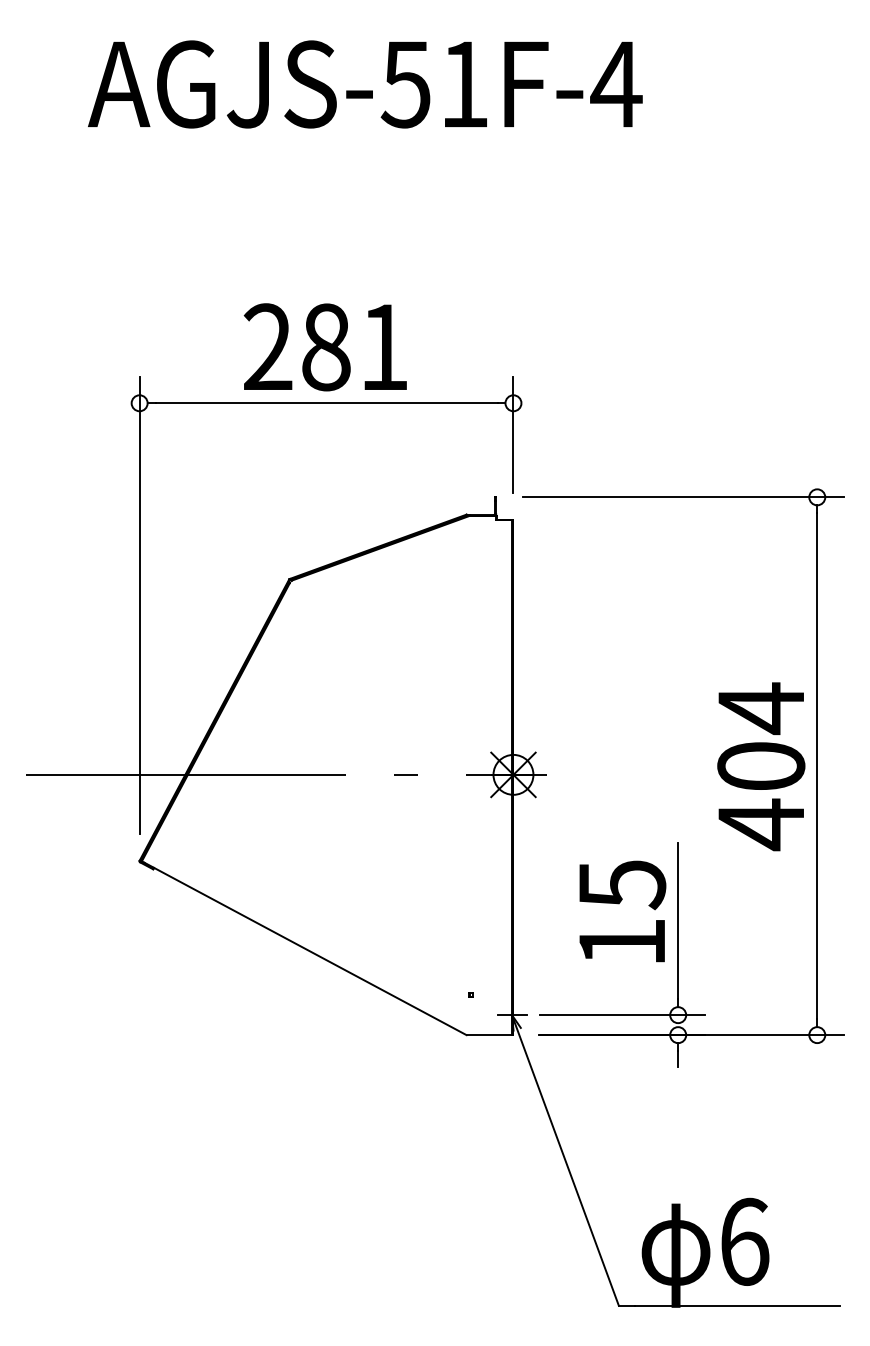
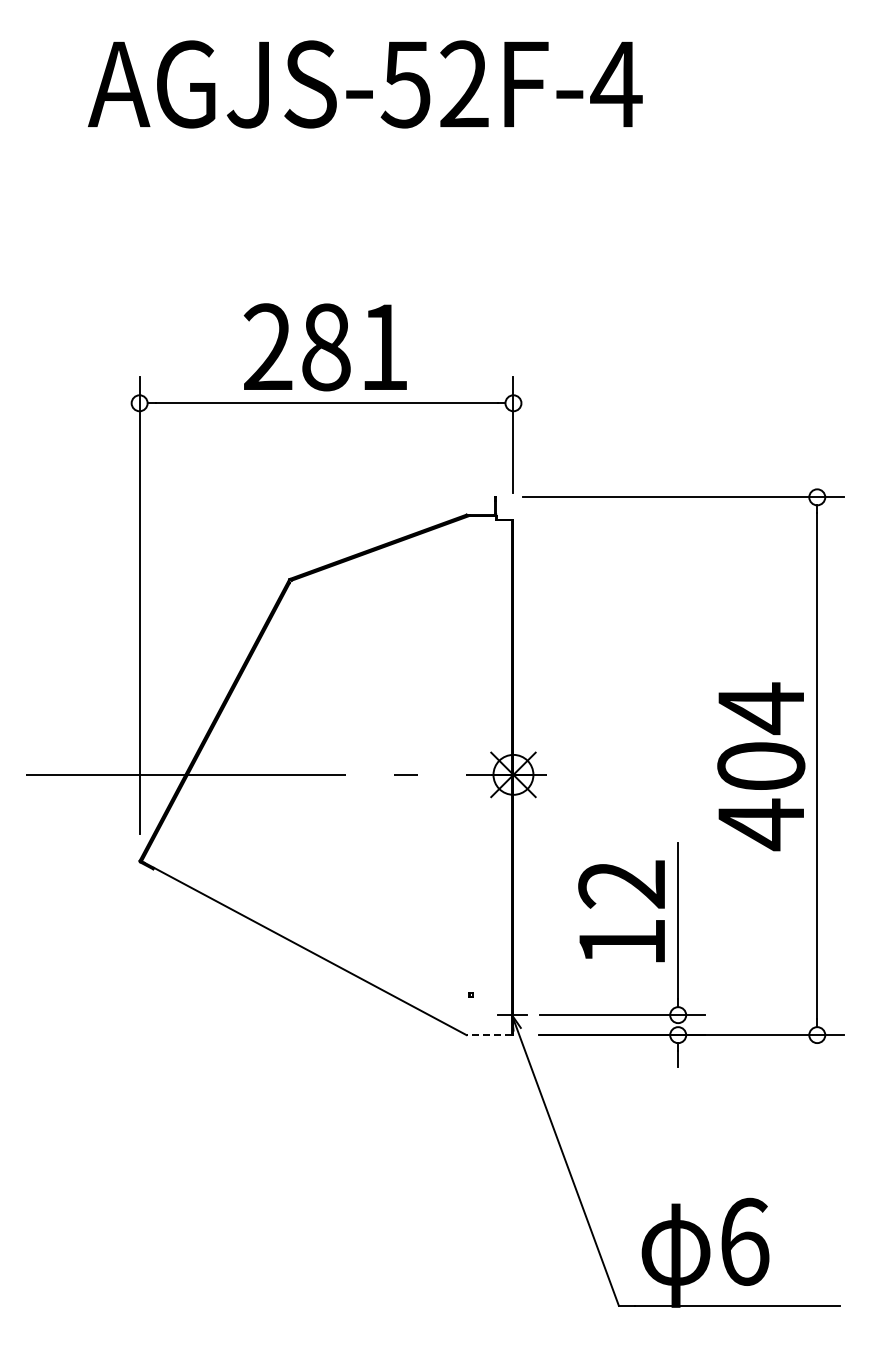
text at (464, 83): AGJS-51F-4 -> AGJS-52F-4
text at (622, 885): 15 -> 12
line at (489, 1035): solid -> dashed
